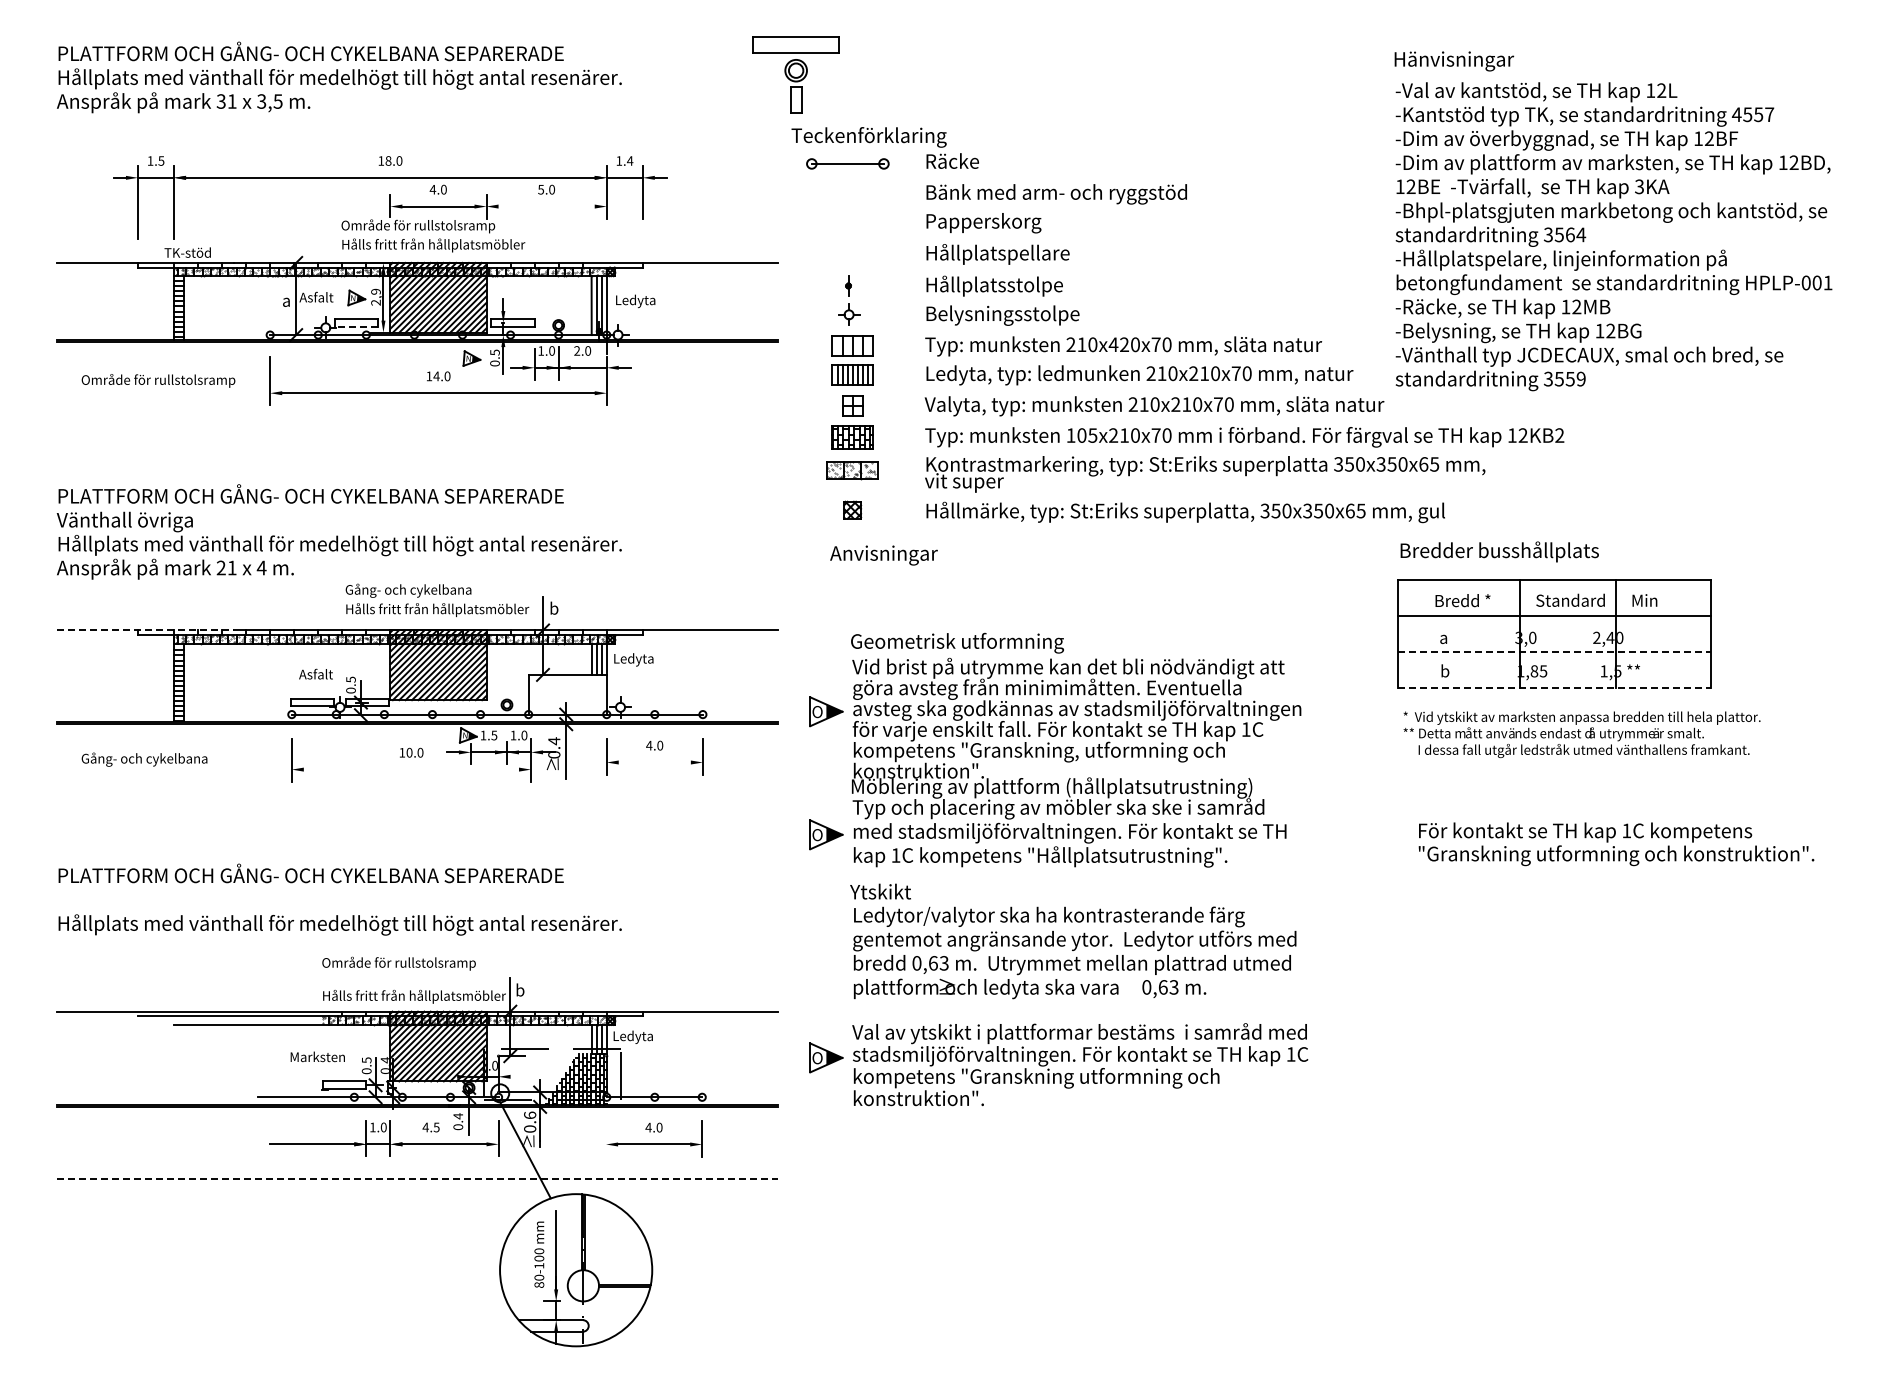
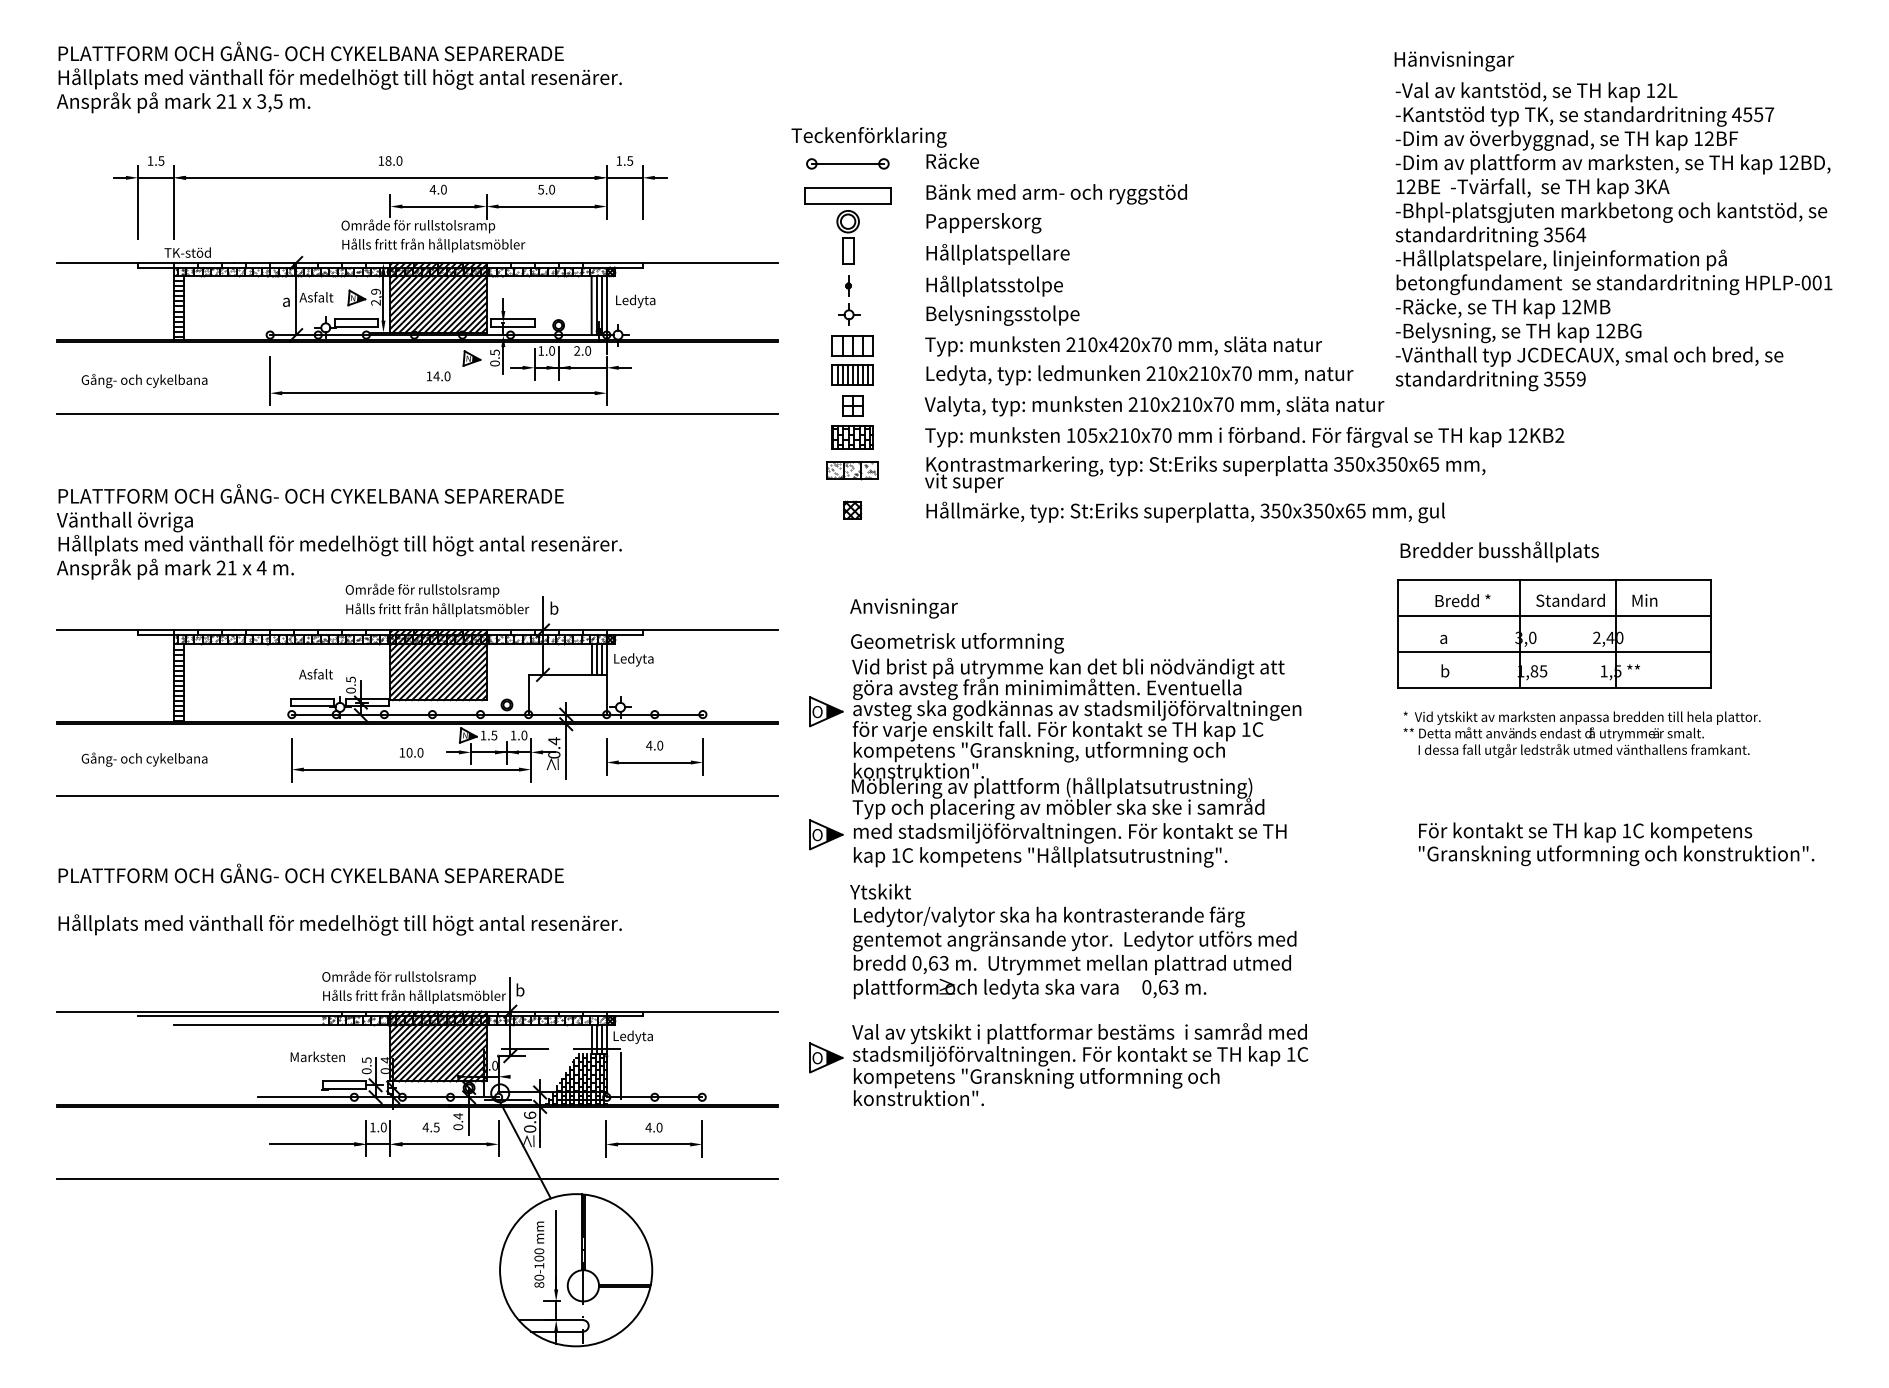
part at (795, 74) position: (795, 74) -> (847, 225)
text at (220, 101): 31 -> 21
text at (630, 160): 1.4 -> 1.5
line at (546, 206): none -> present
line at (356, 326): dashed -> solid
text at (159, 381): Område för rullstolsramp -> Gång- och cykelbana
line at (416, 414): none -> present
text at (883, 555) position: (883, 555) -> (903, 608)
text at (423, 590): Gång- och cykelbana -> Område för rullstolsramp
line at (145, 630): dashed -> solid
line at (1554, 651): dashed -> solid
line at (1554, 687): dashed -> solid
line at (654, 762): none -> present
line at (411, 769): none -> present
line at (417, 795): none -> present
text at (398, 963) position: (398, 963) -> (398, 977)
line at (606, 1138): none -> present
line at (417, 1179): dashed -> solid
